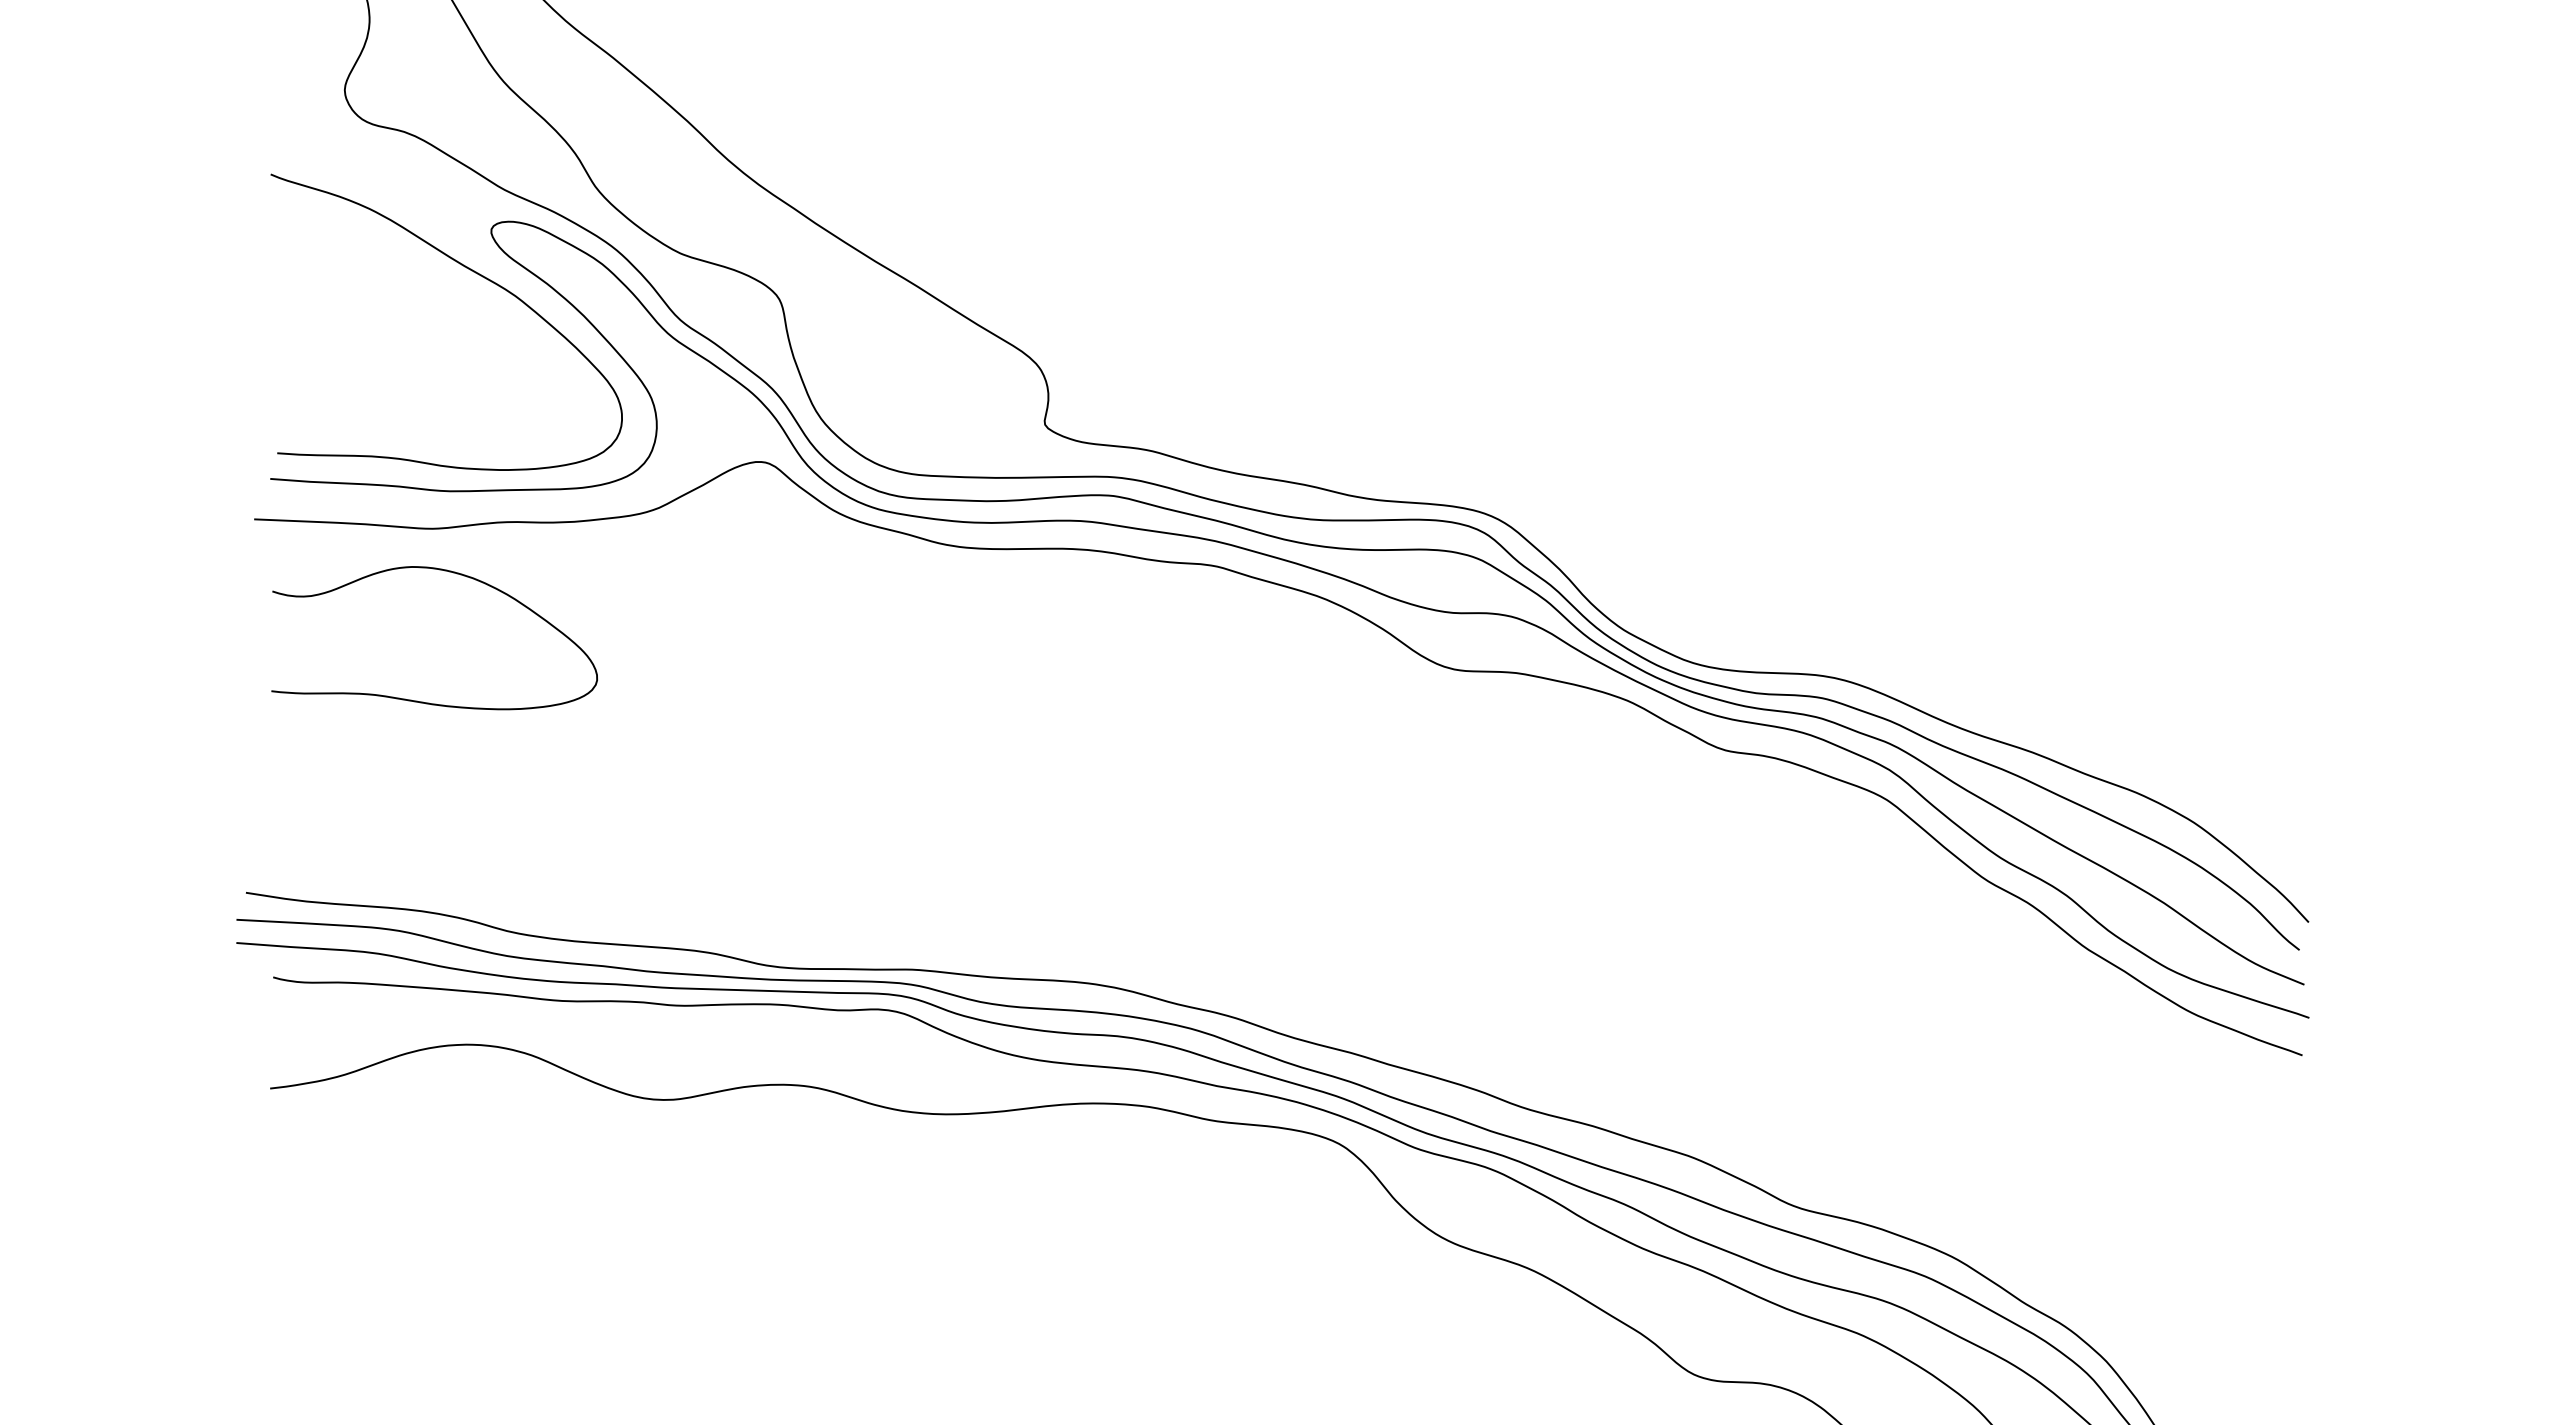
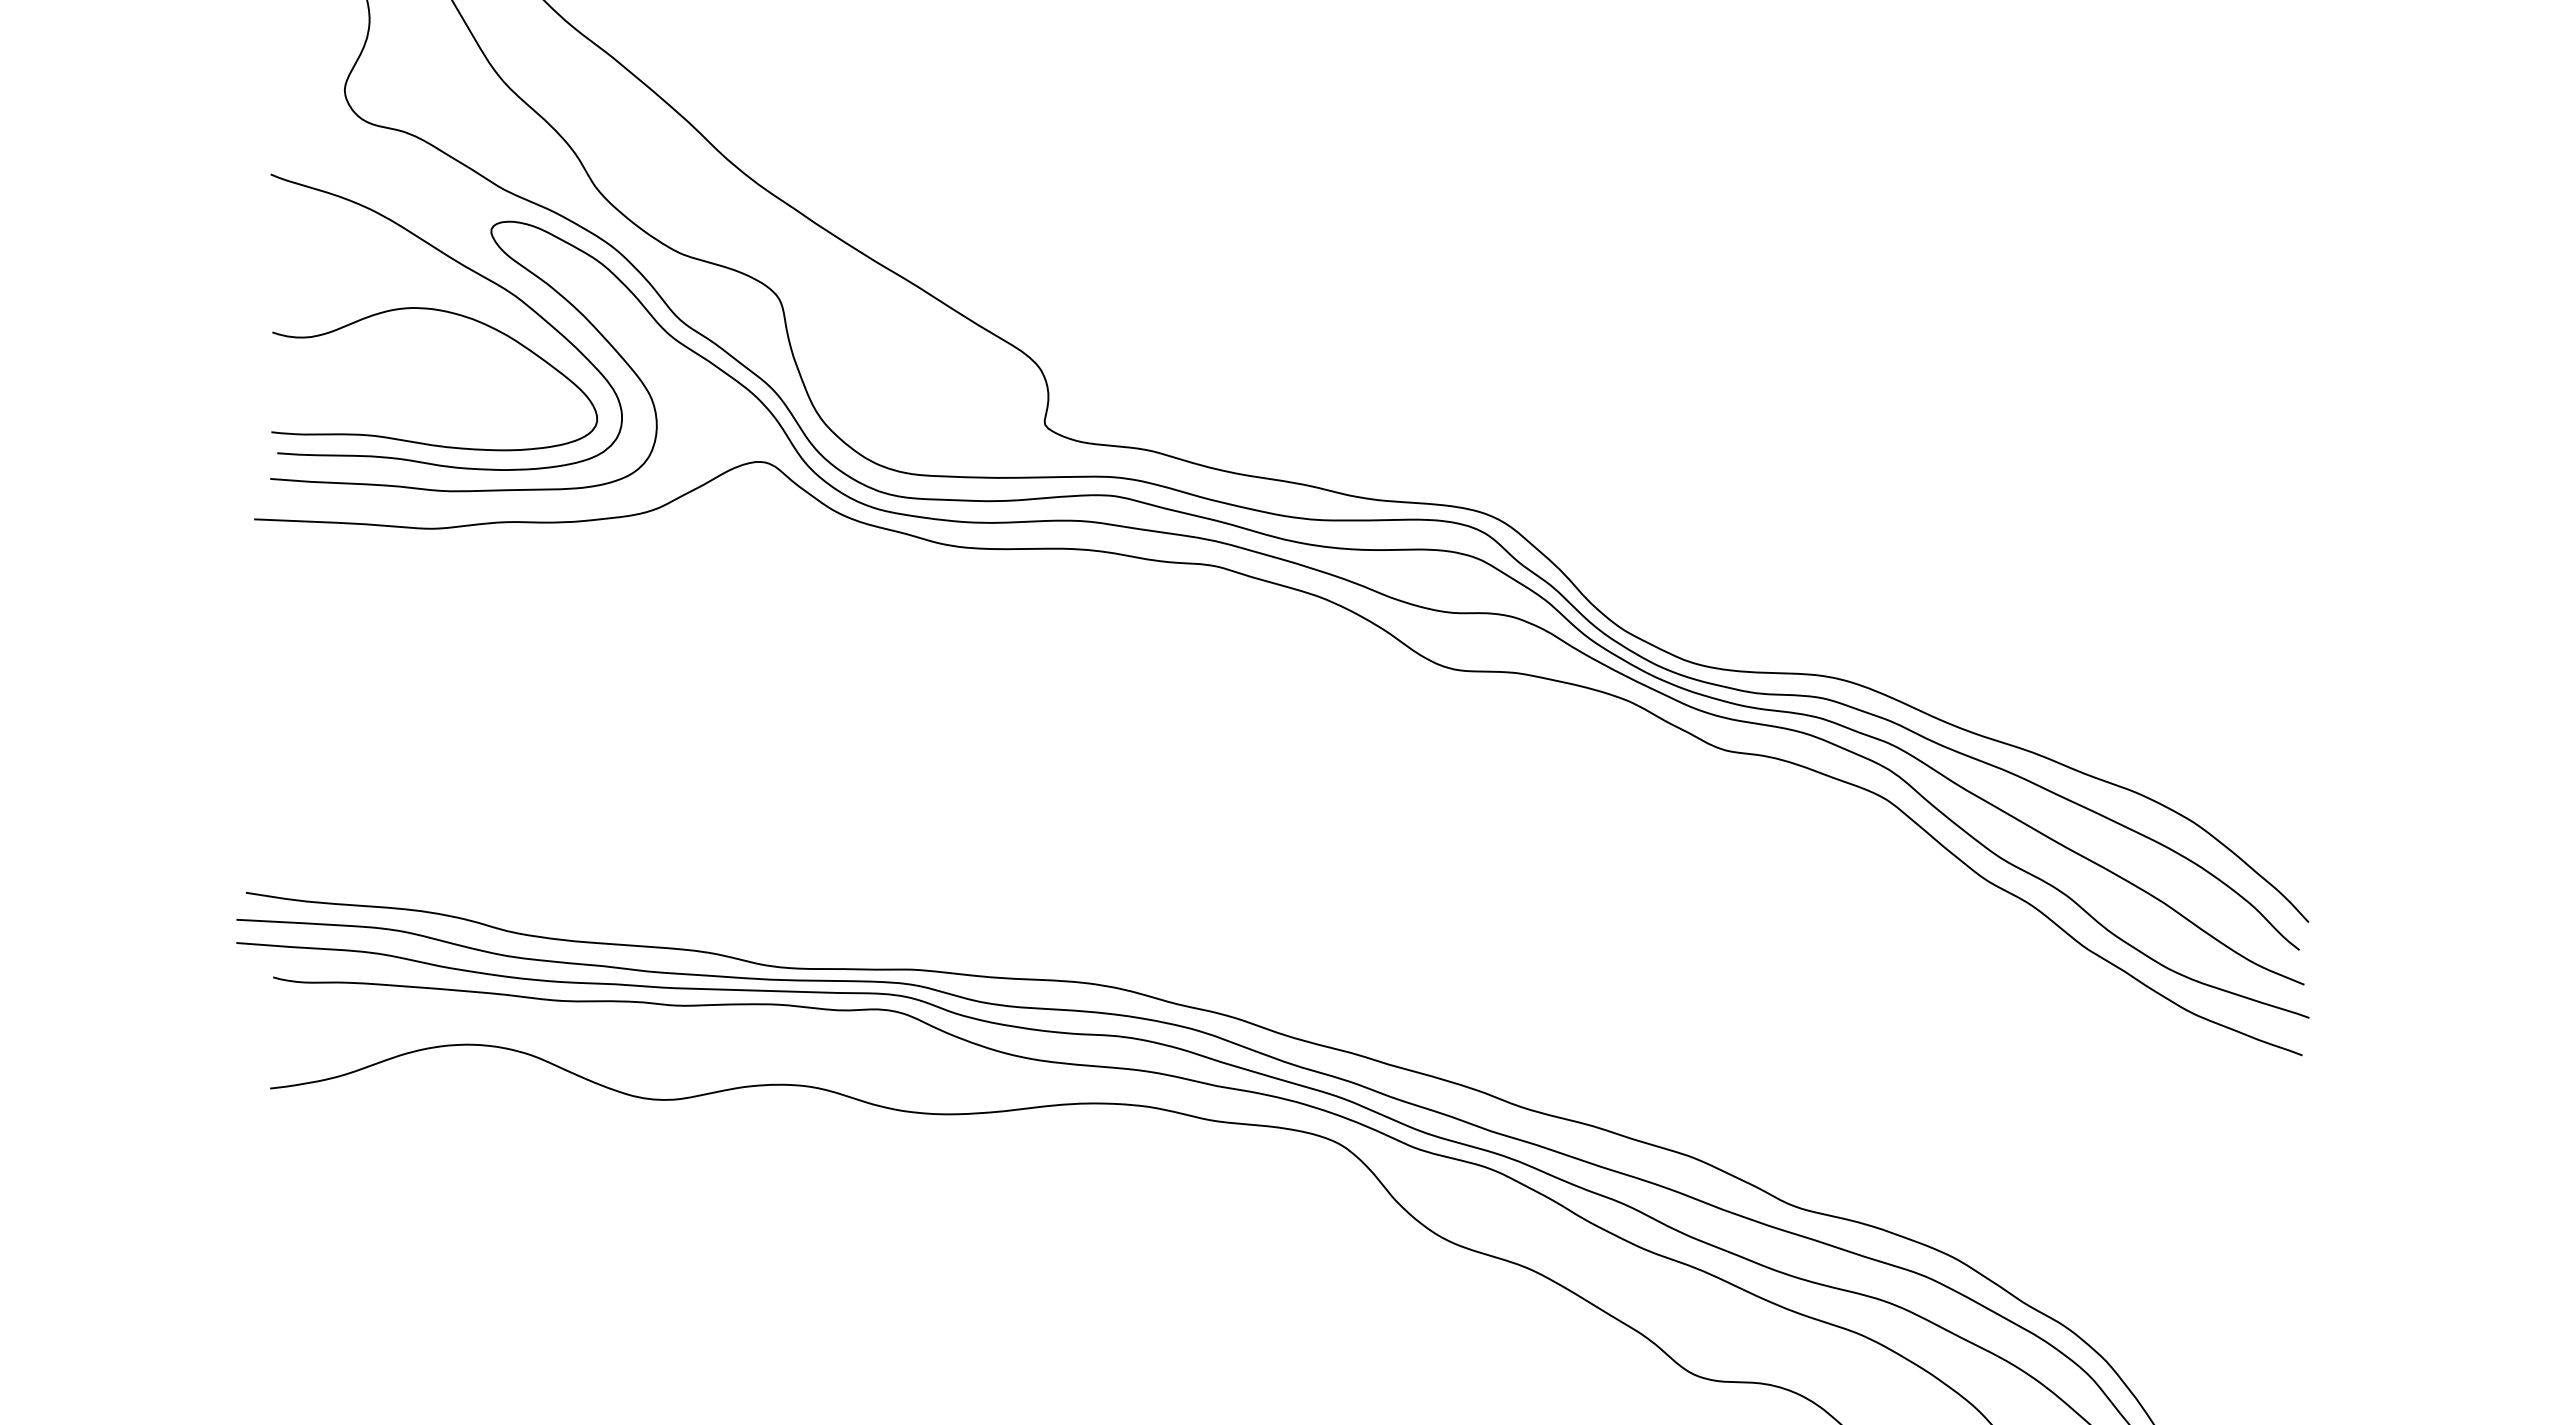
curve at (423, 701) position: (423, 701) -> (423, 442)
